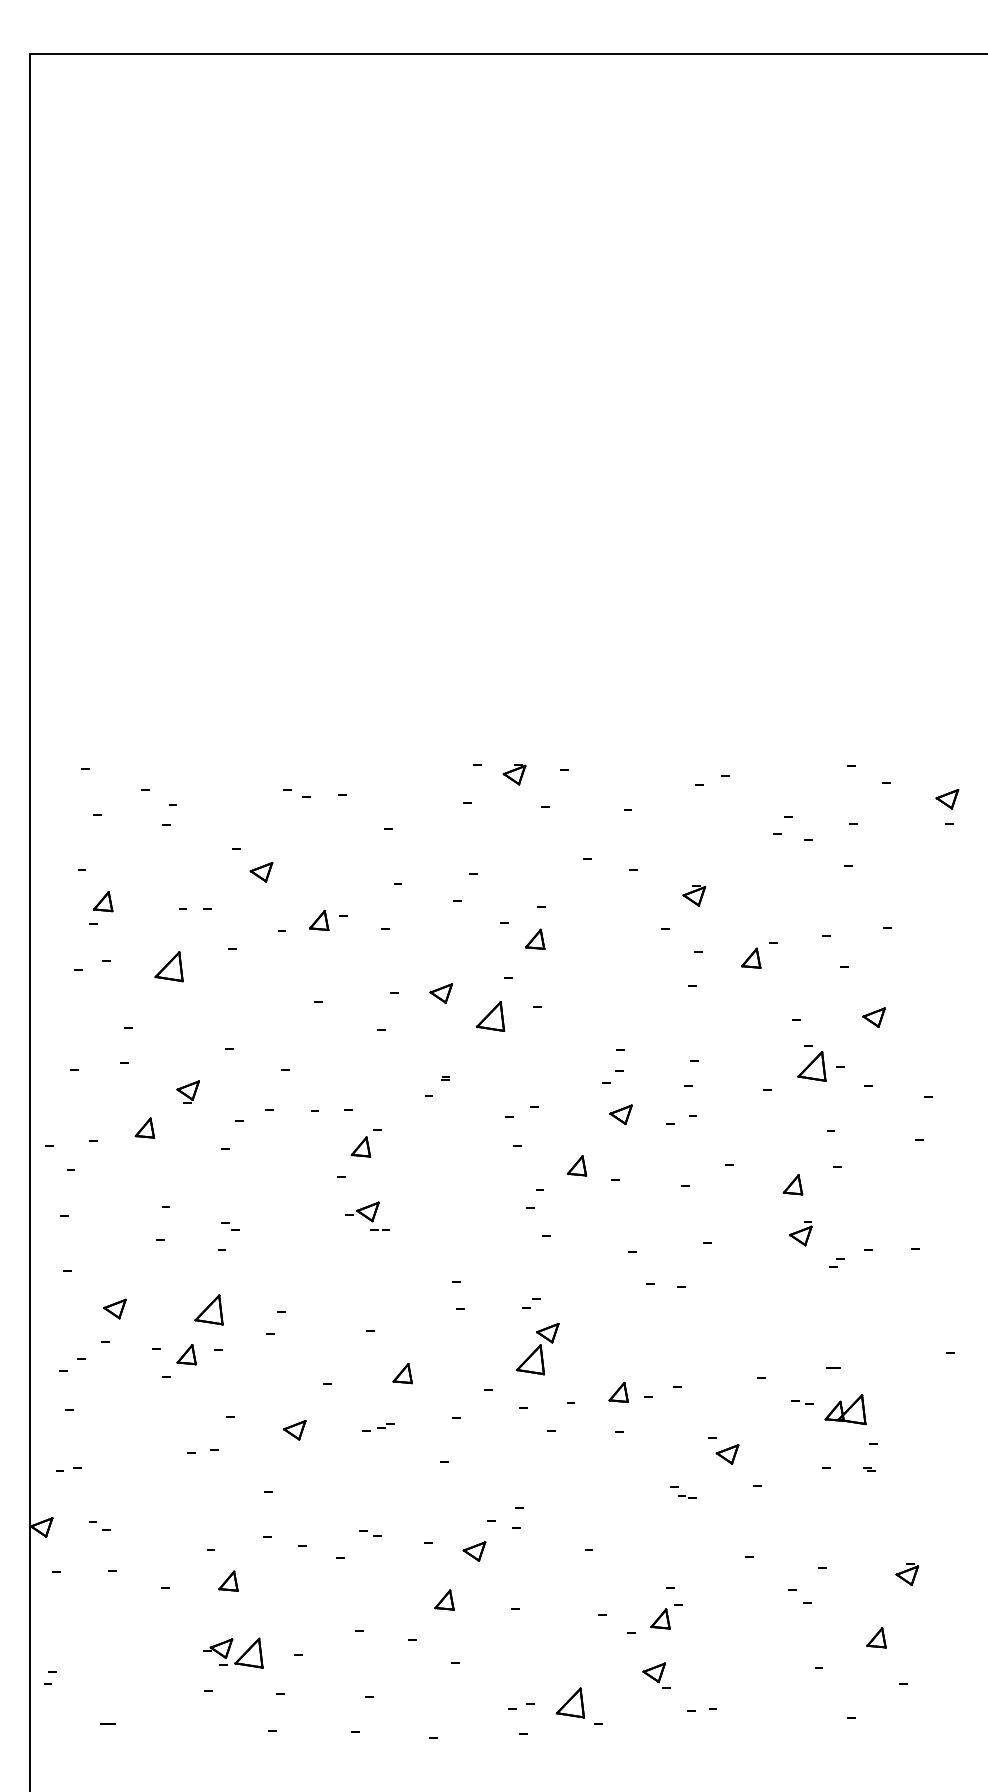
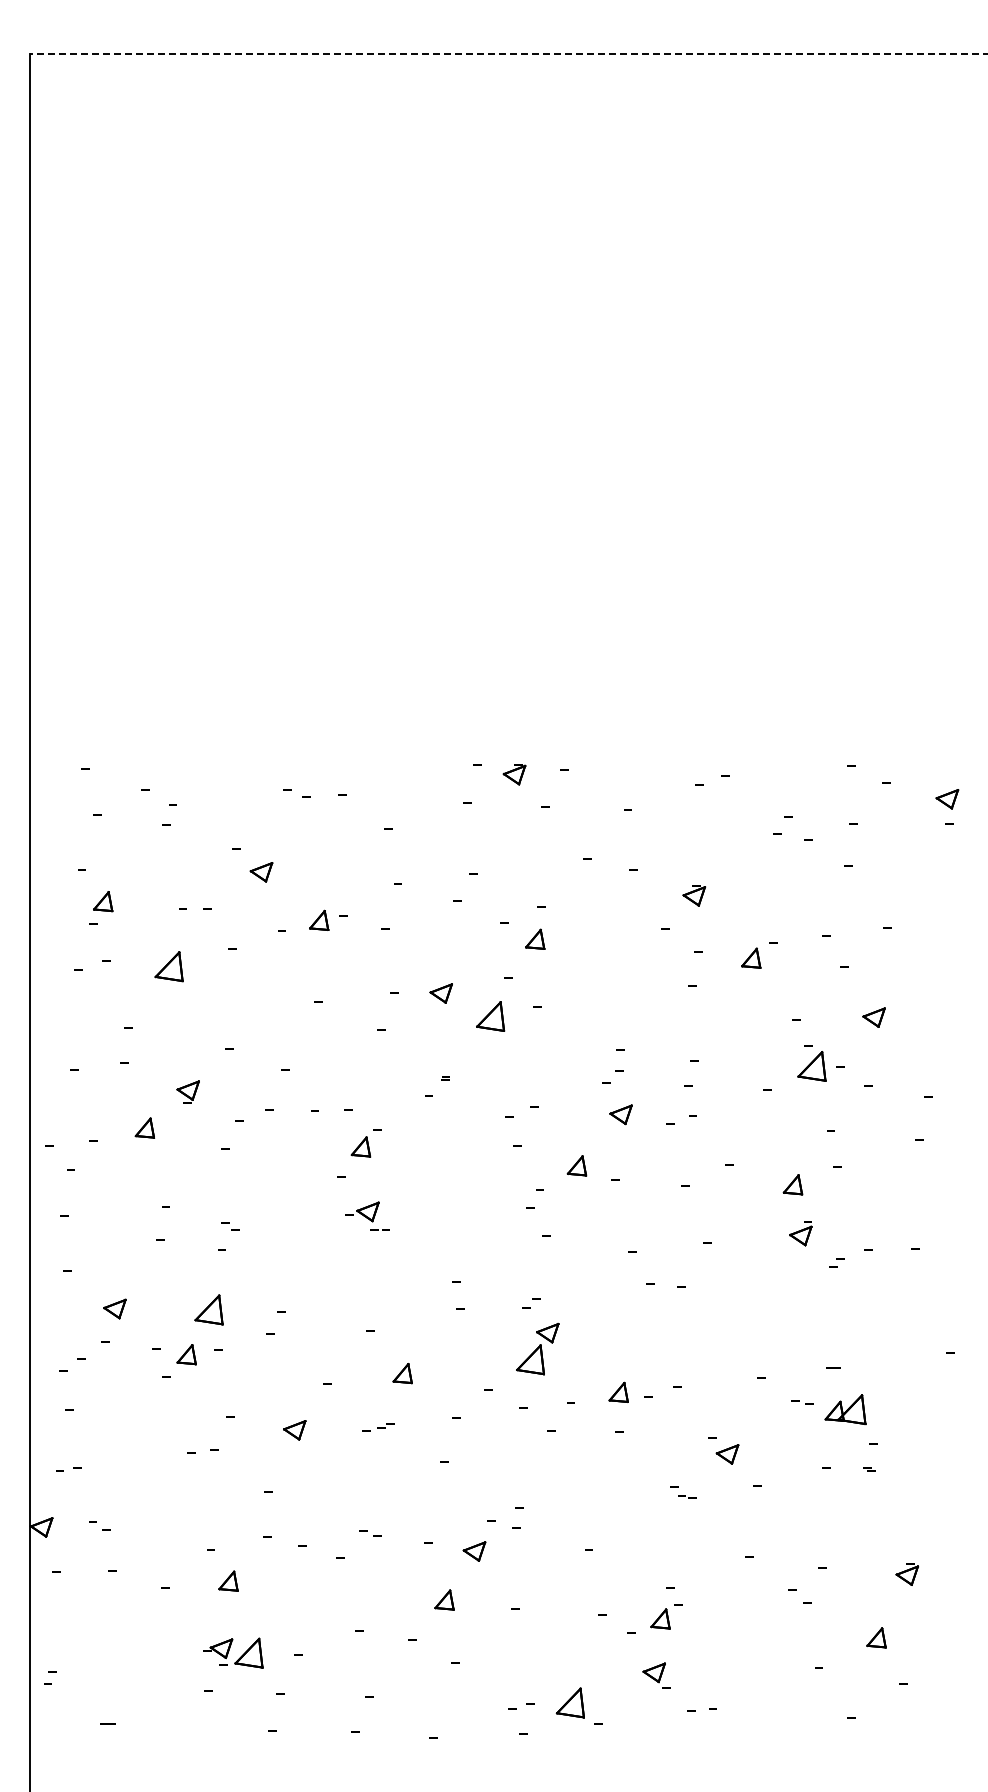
line at (508, 53): solid -> dashed
